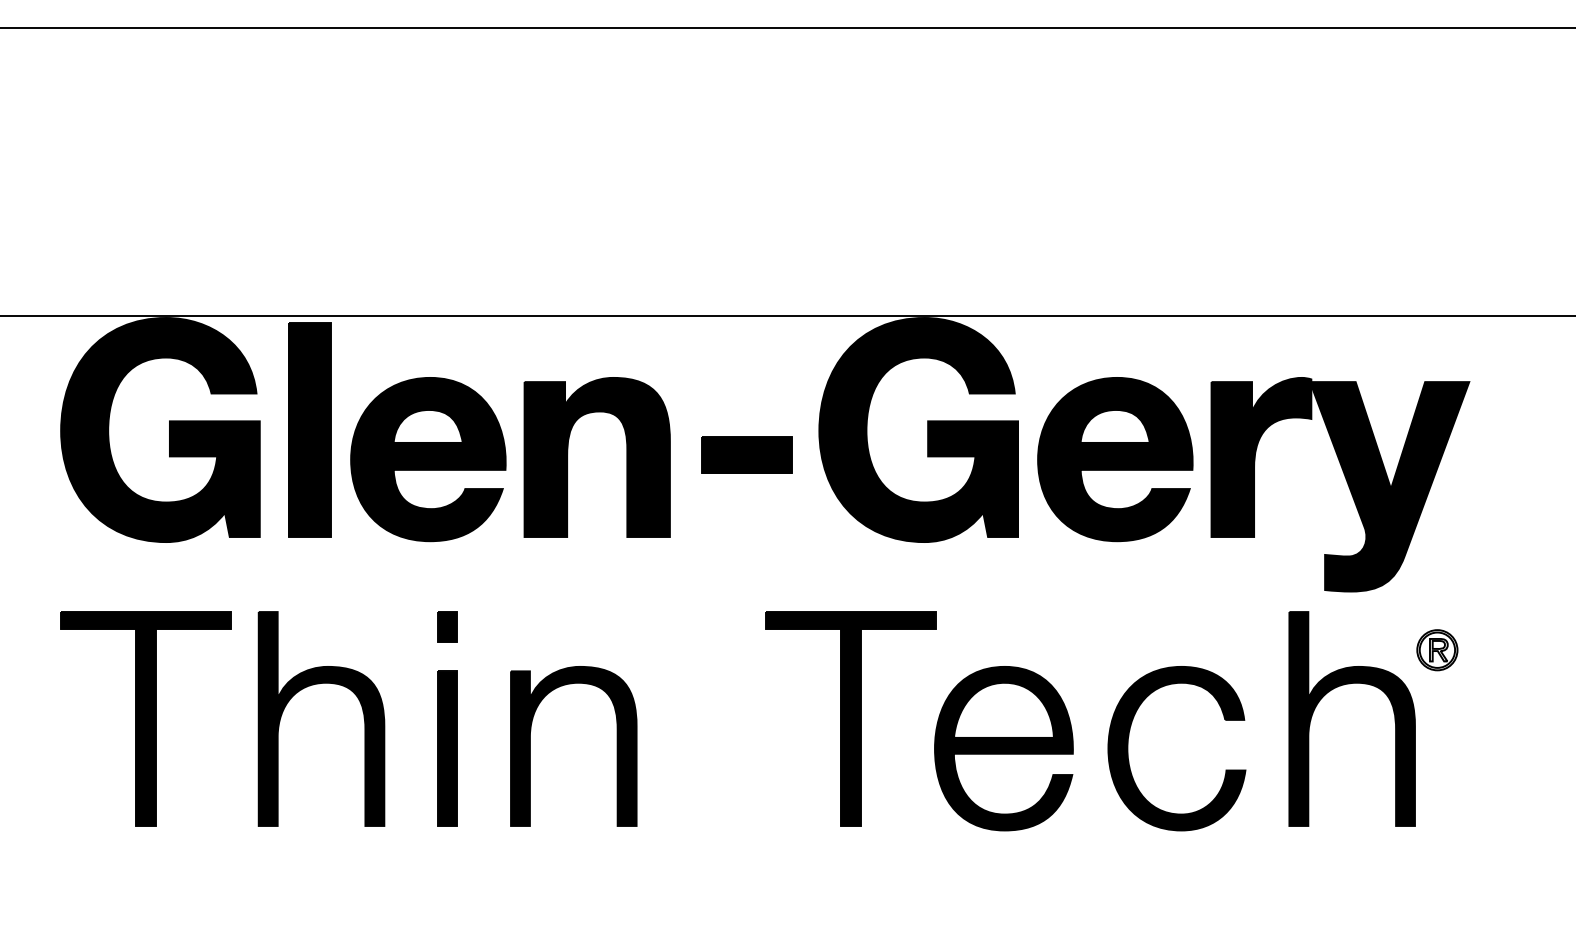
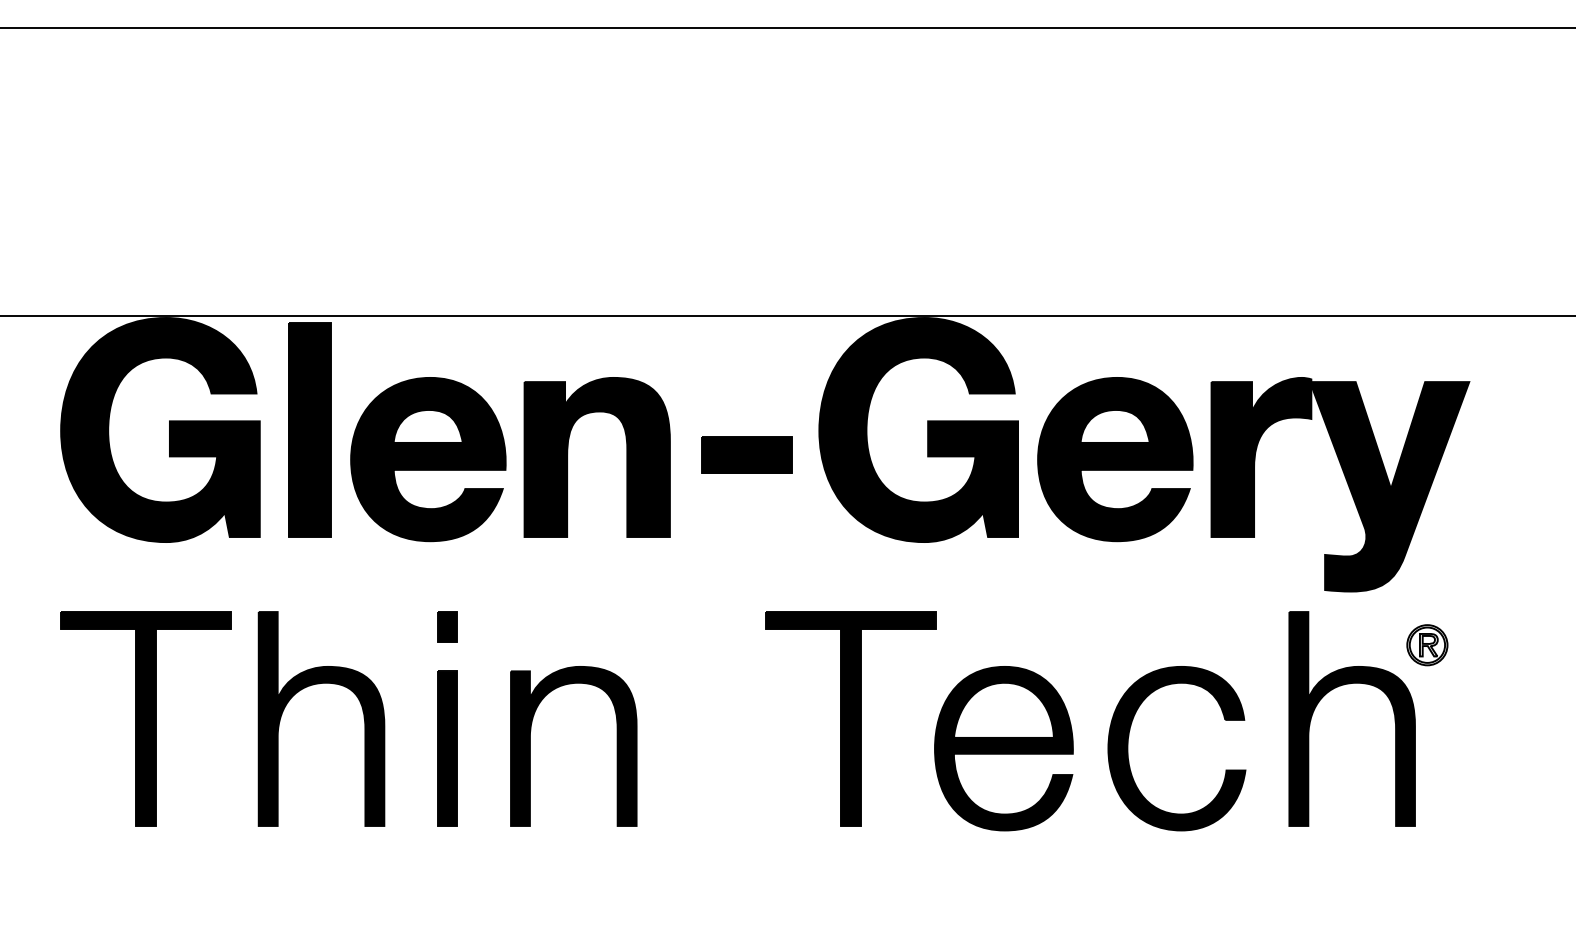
part at (1437, 650) position: (1437, 650) -> (1427, 645)
